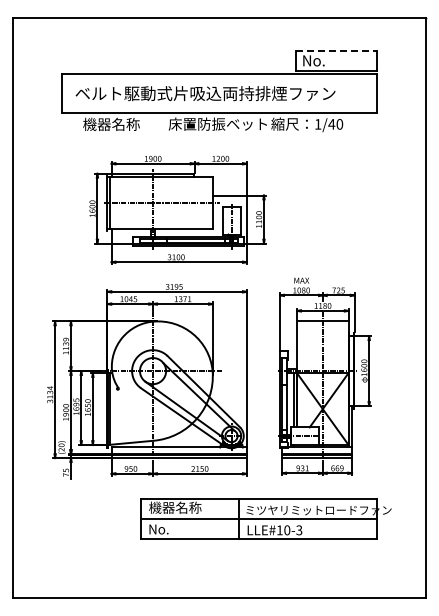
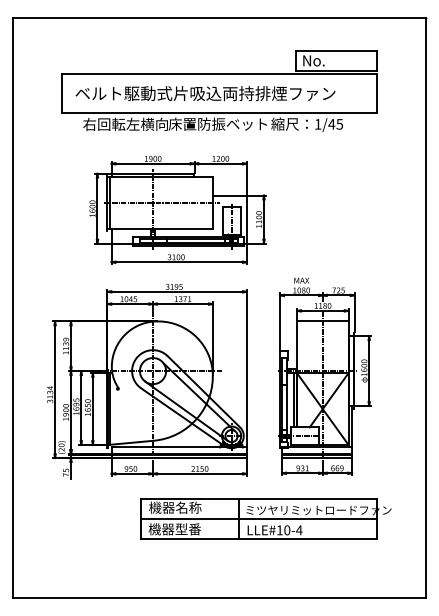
line at (336, 50): dashed -> solid
text at (125, 123): 機器名称 -> 右回転左横向
text at (339, 124): 1/40 -> 1/45
text at (174, 529): No. -> 機器型番
text at (299, 530): LLE#10-3 -> LLE#10-4
